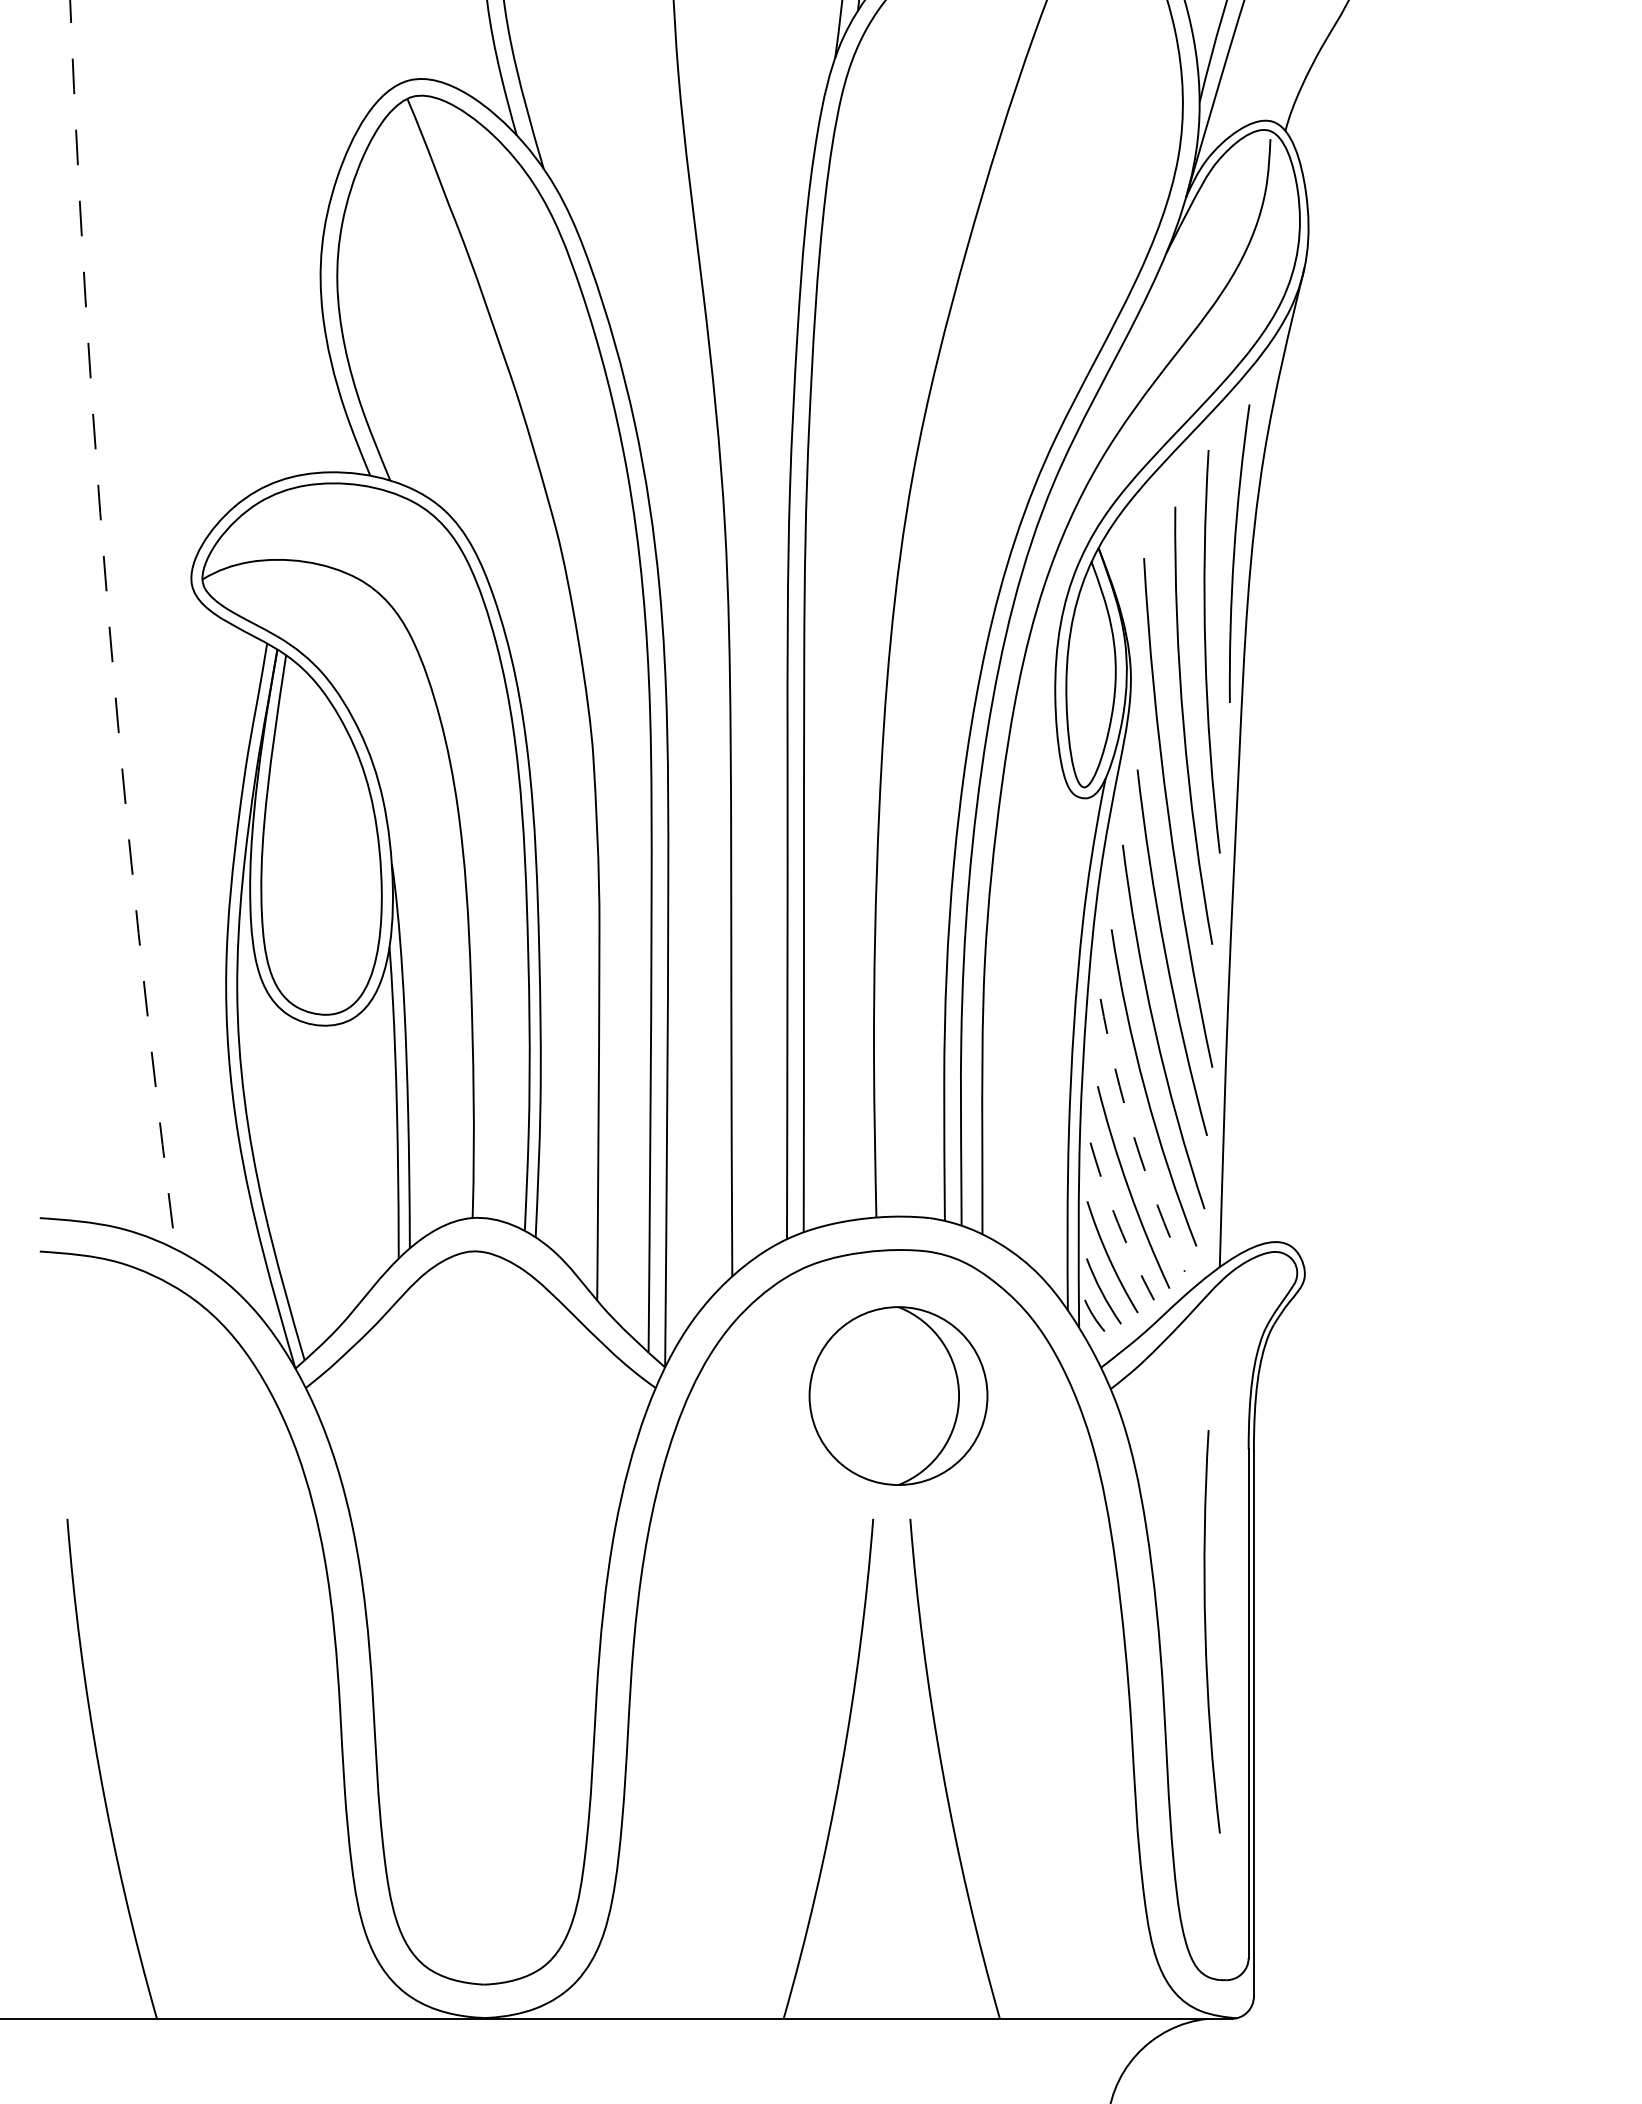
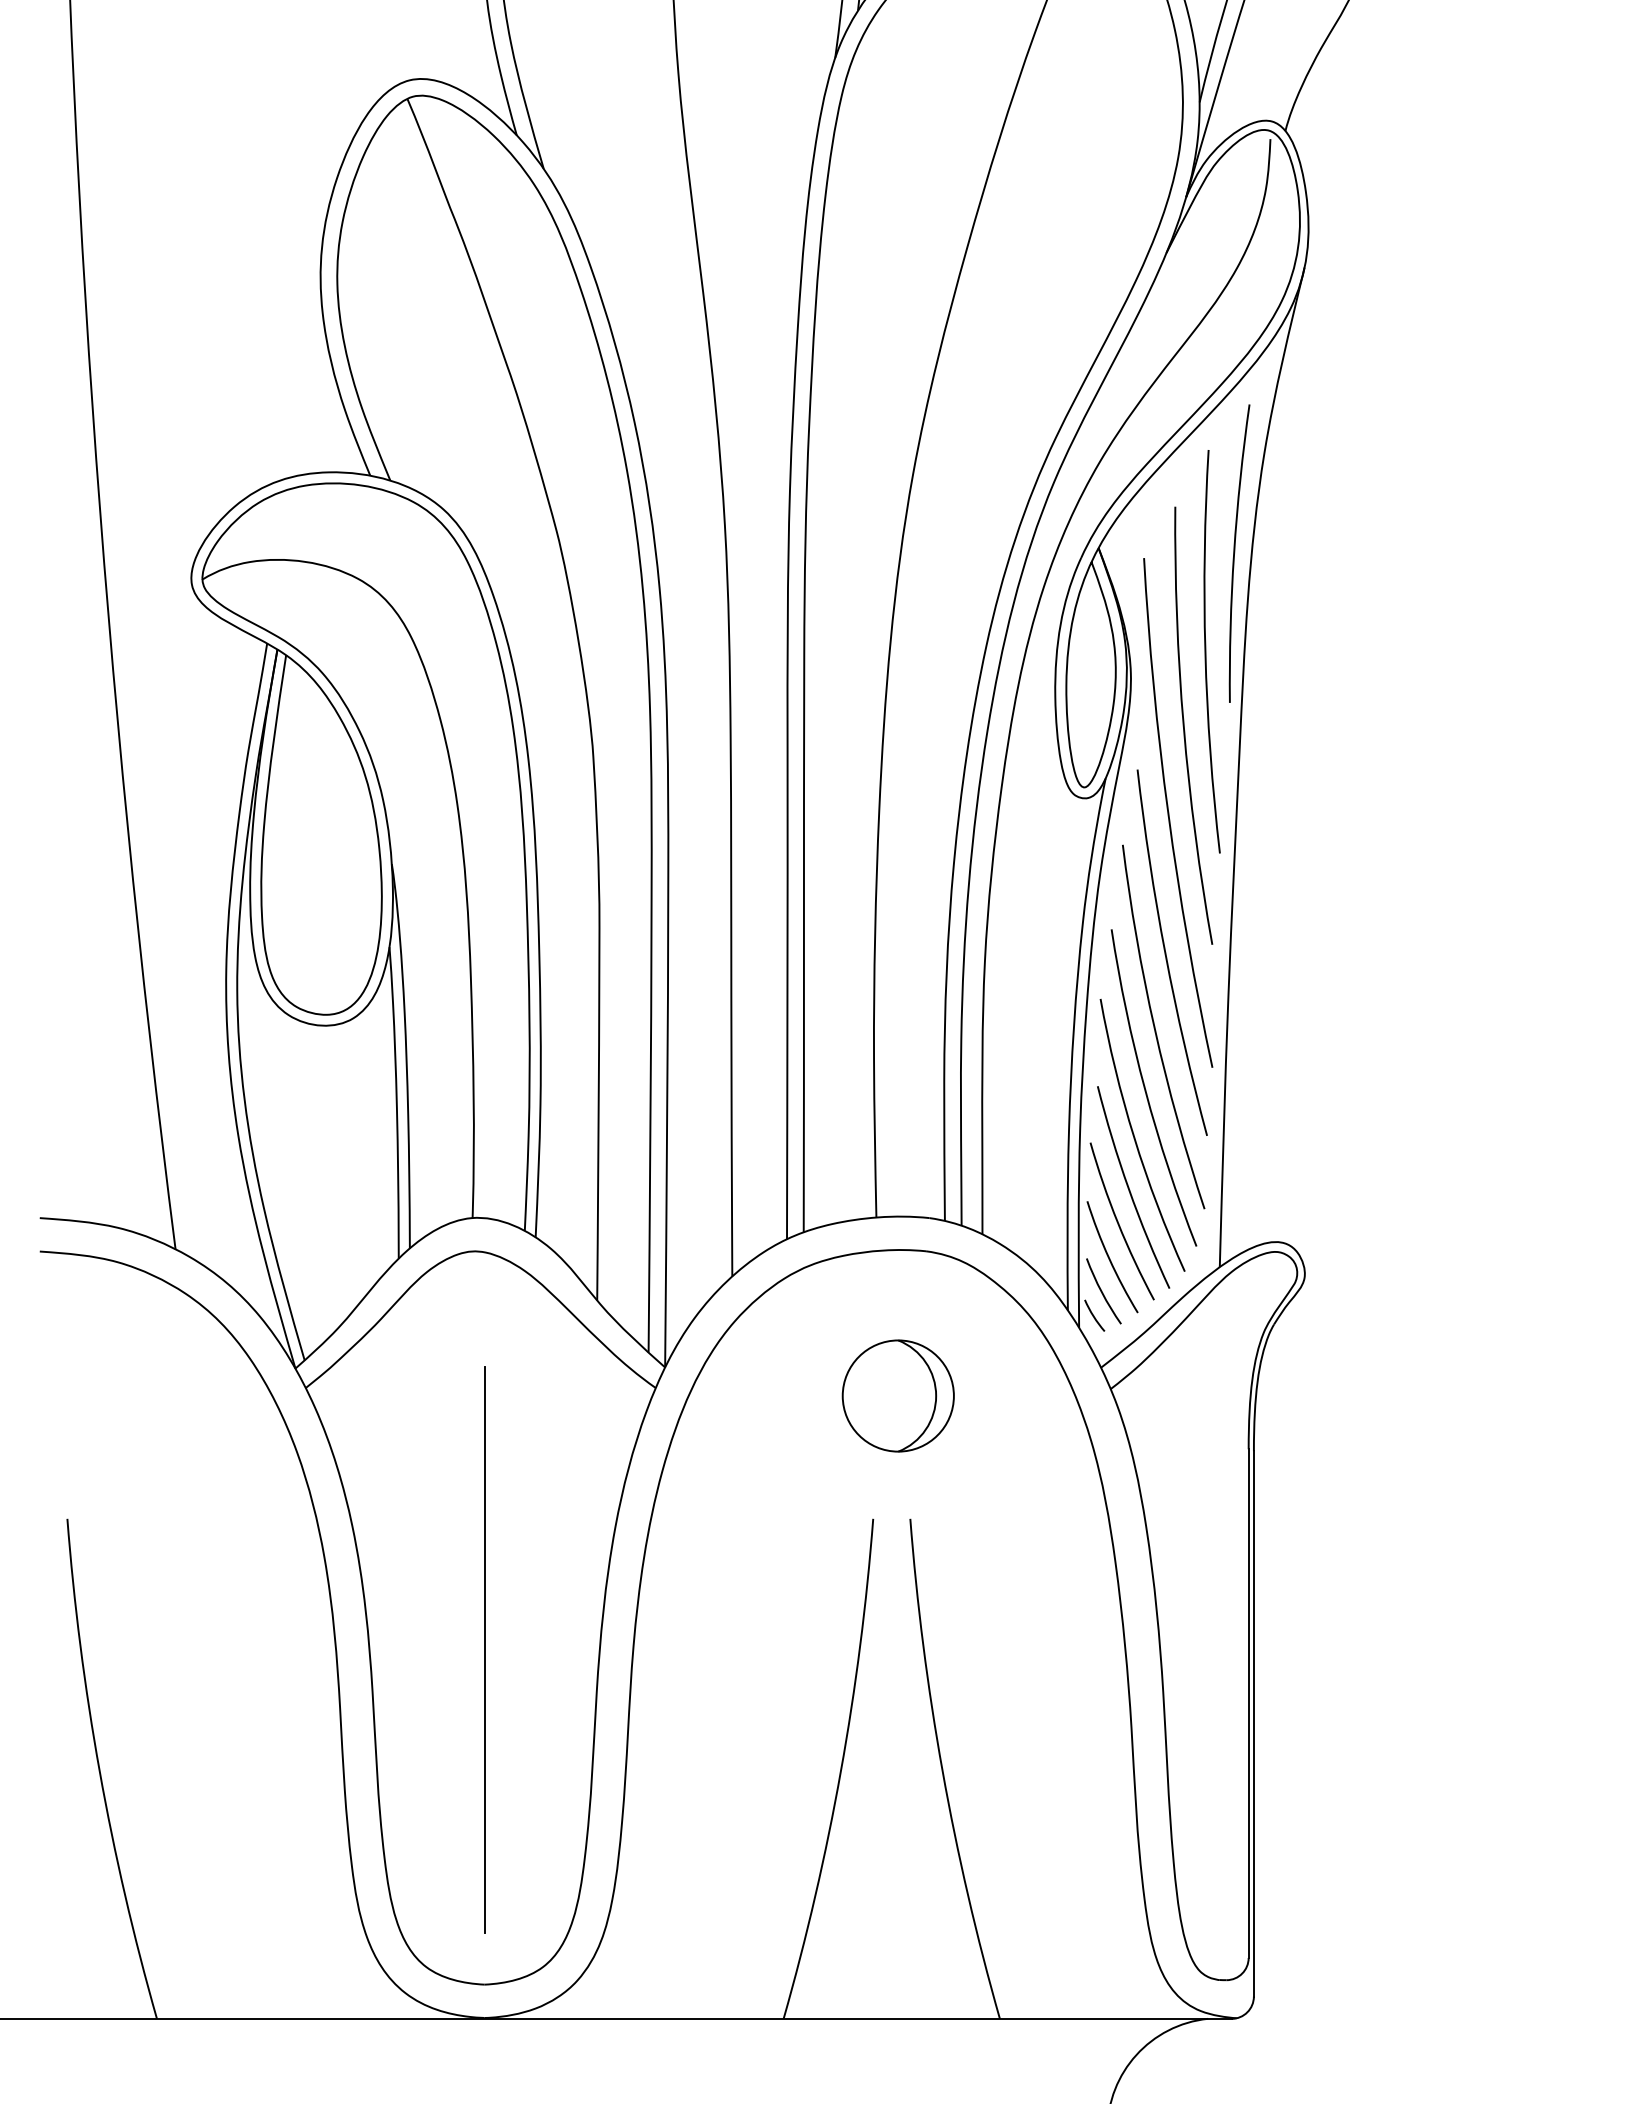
arc at (109, 625): dashed -> solid
arc at (1134, 1137): dashed -> solid
arc at (1118, 1223): dashed -> solid
part at (898, 1395) size: 181x180 px -> 114x114 px
arc at (1206, 1631): present -> none
line at (484, 1649): none -> present
